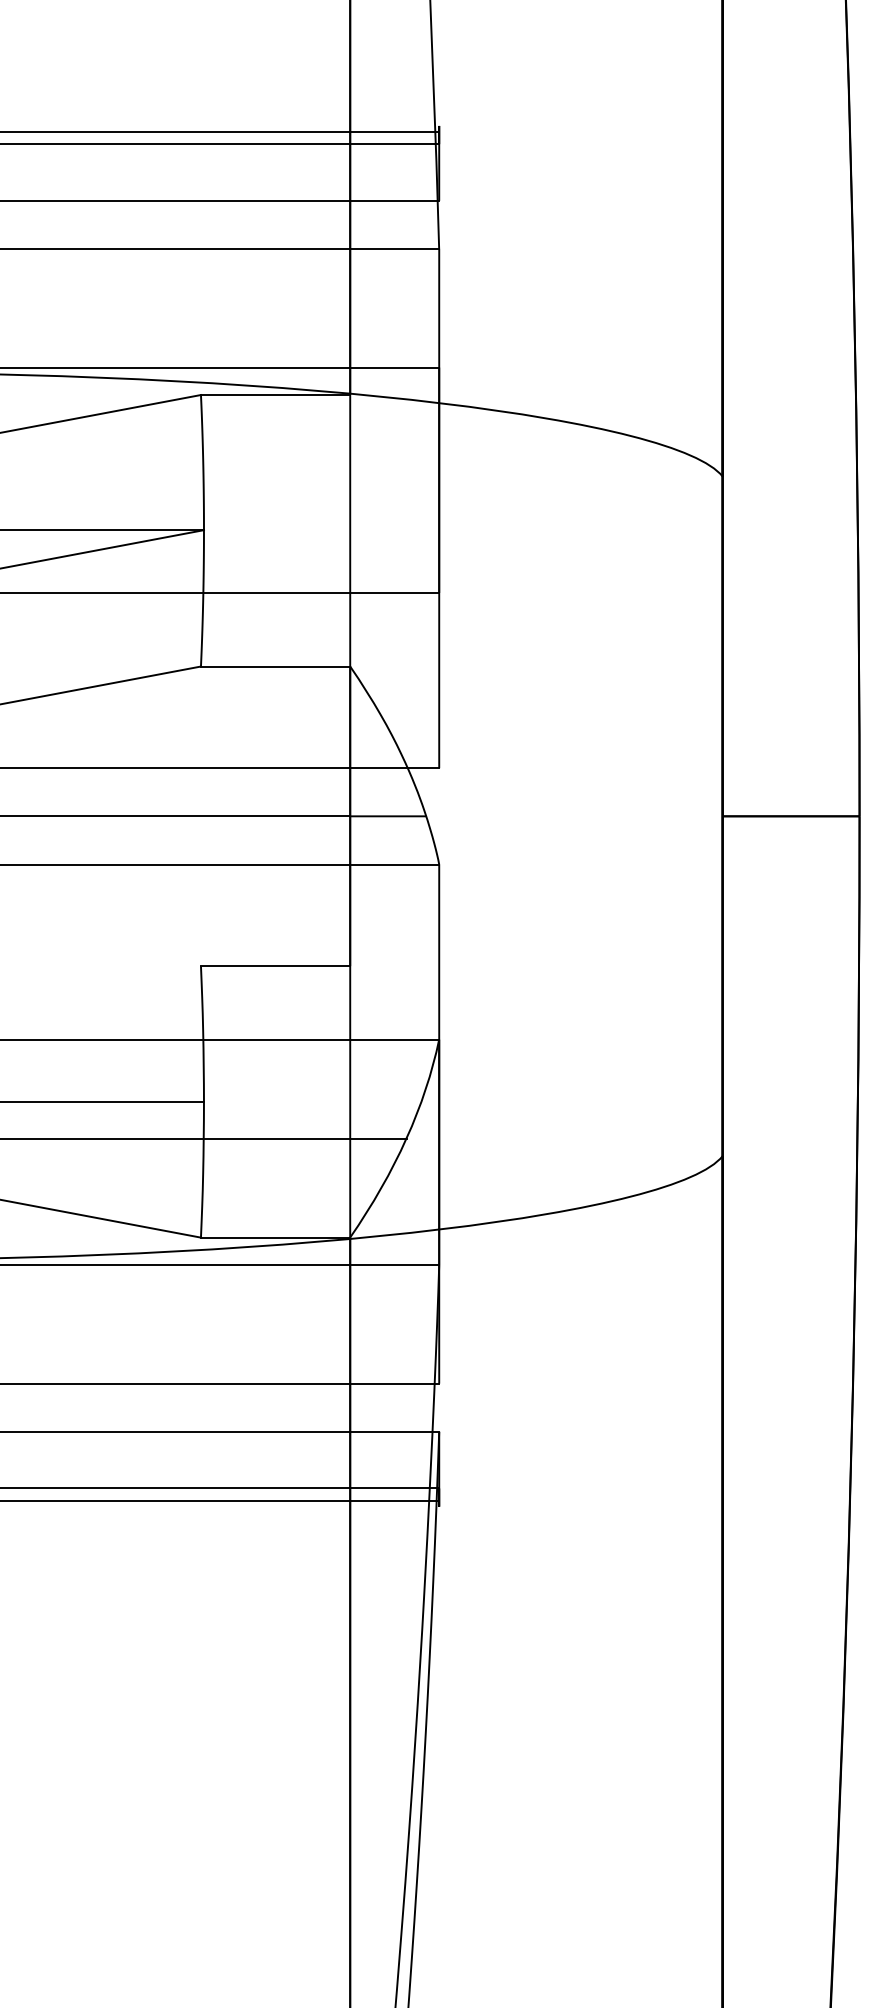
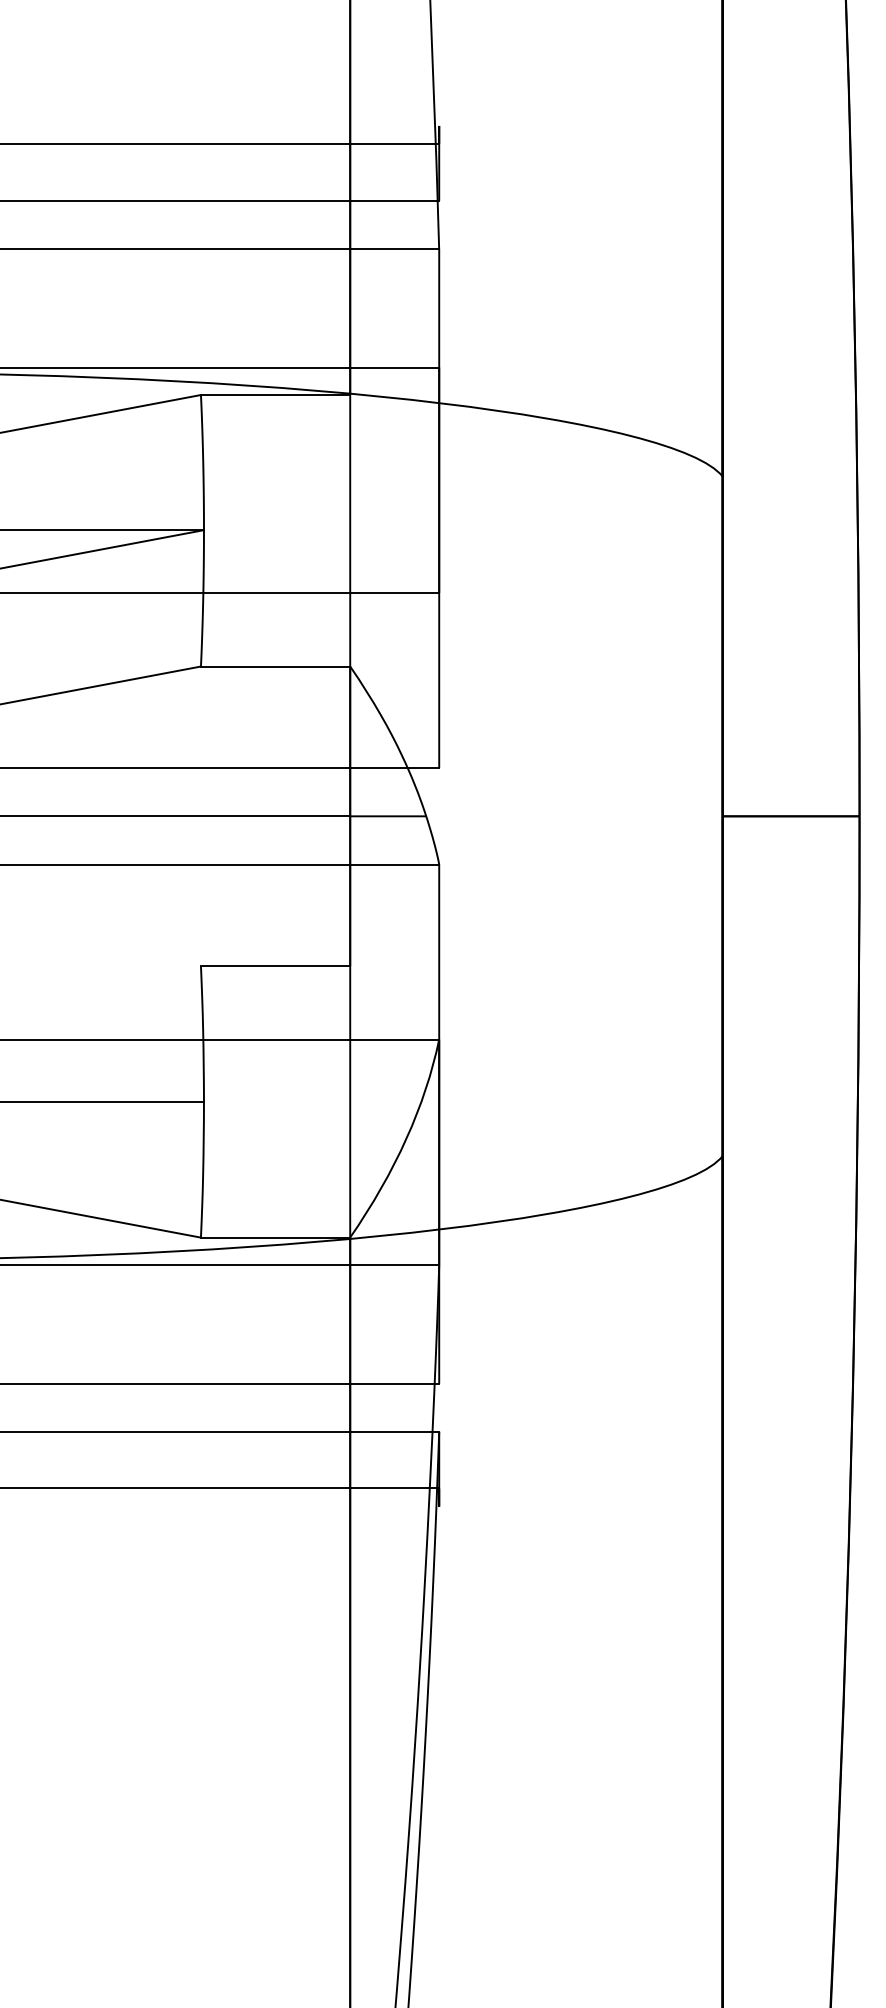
line at (220, 131): present -> none
line at (204, 1138): present -> none
line at (220, 1500): present -> none
